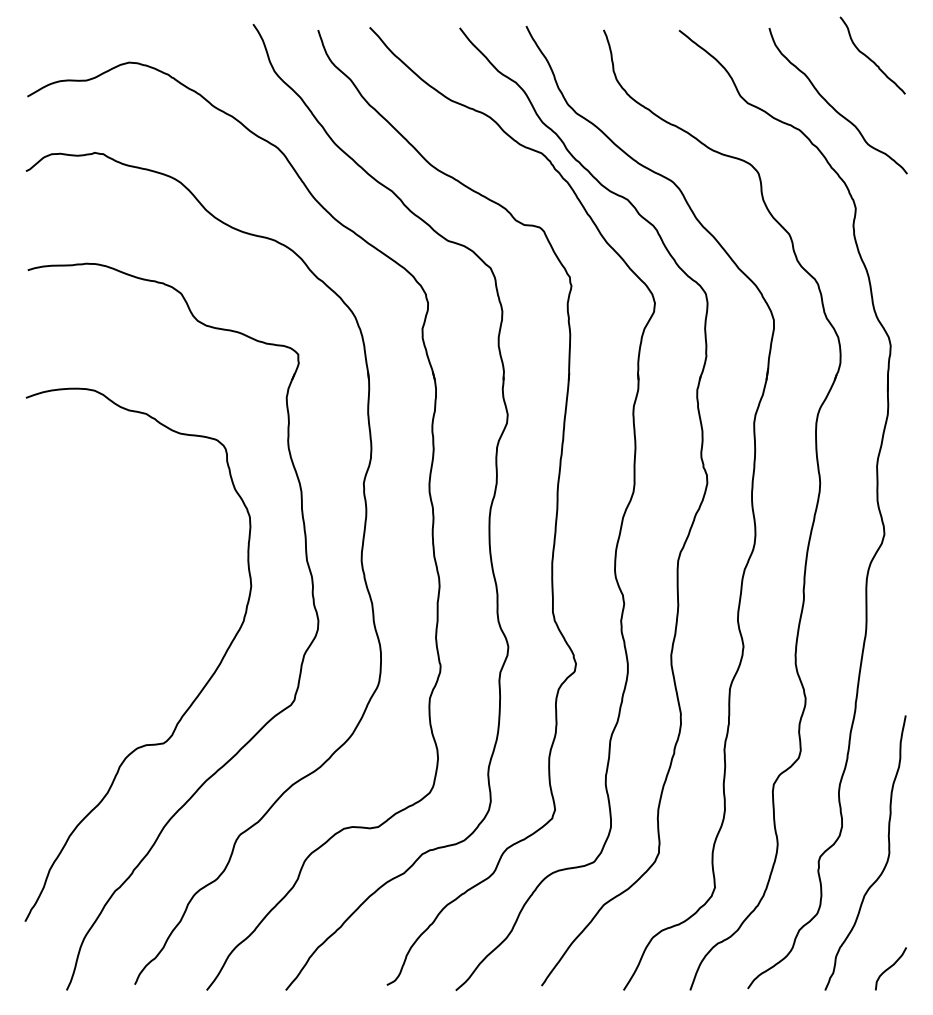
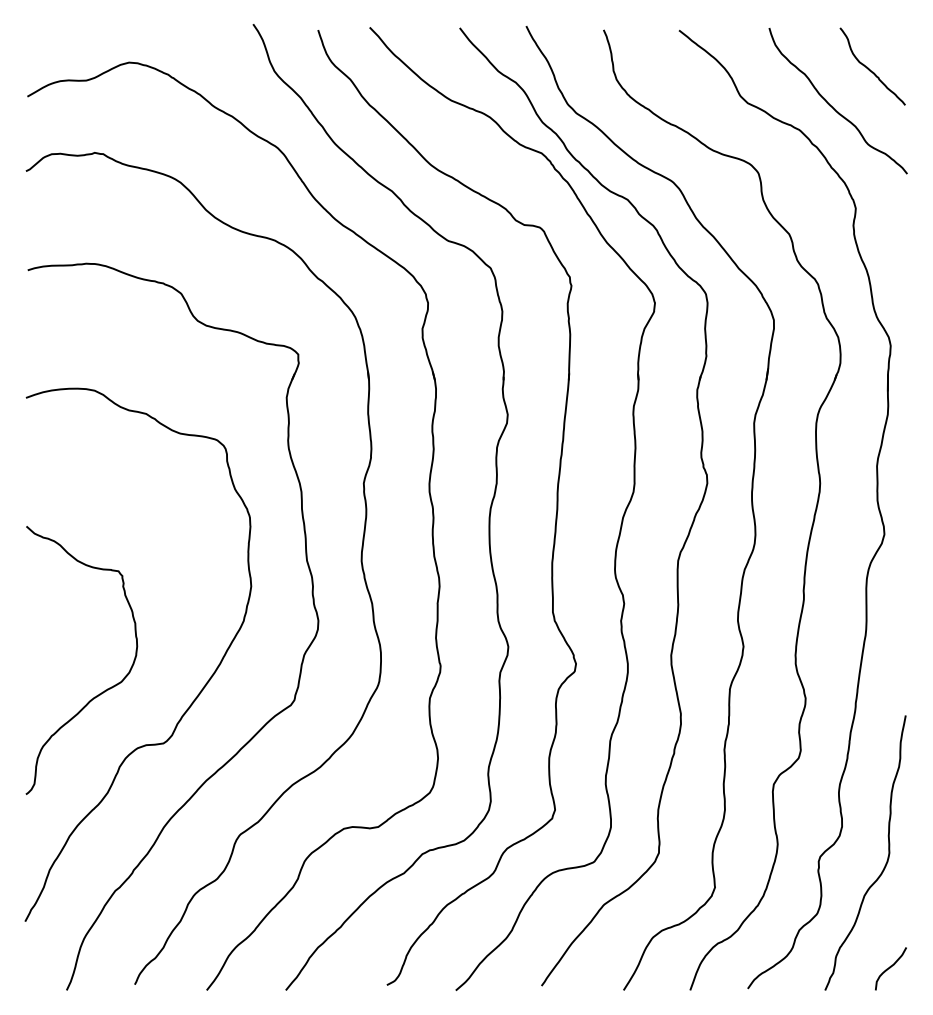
curve at (869, 57) position: (869, 57) -> (869, 68)
curve at (102, 691): none -> present
